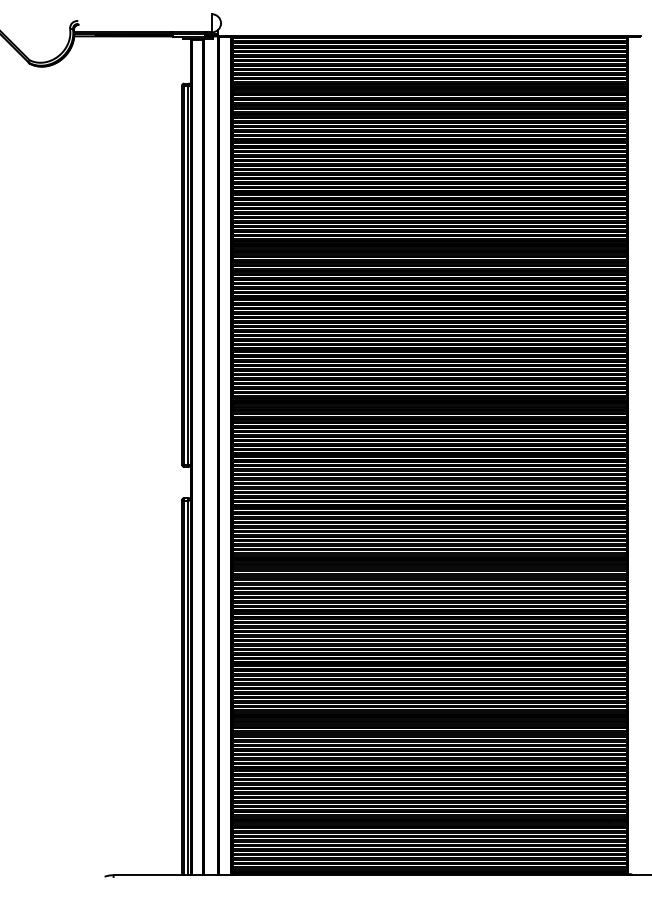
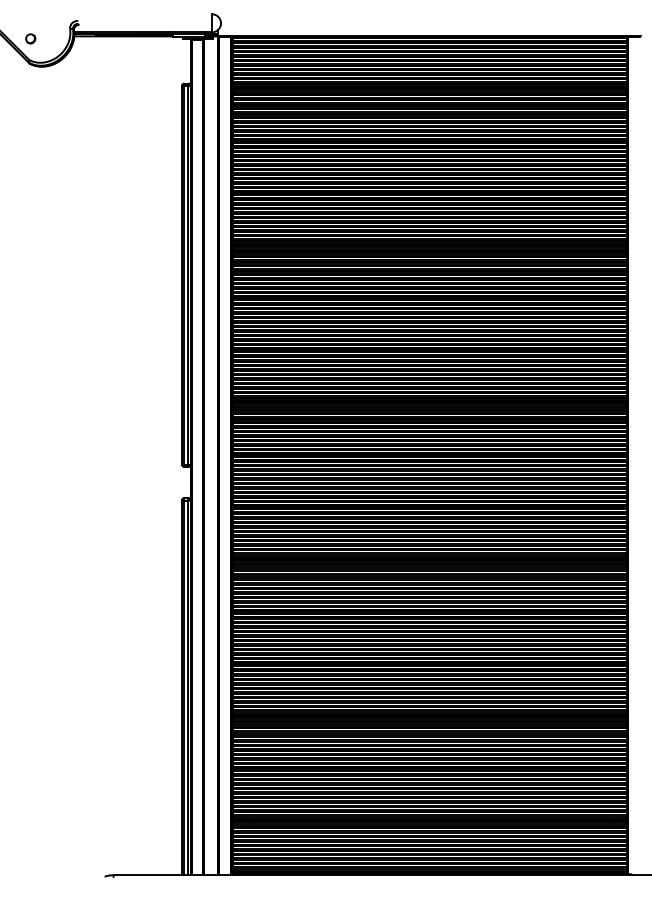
part at (30, 38): none -> present
